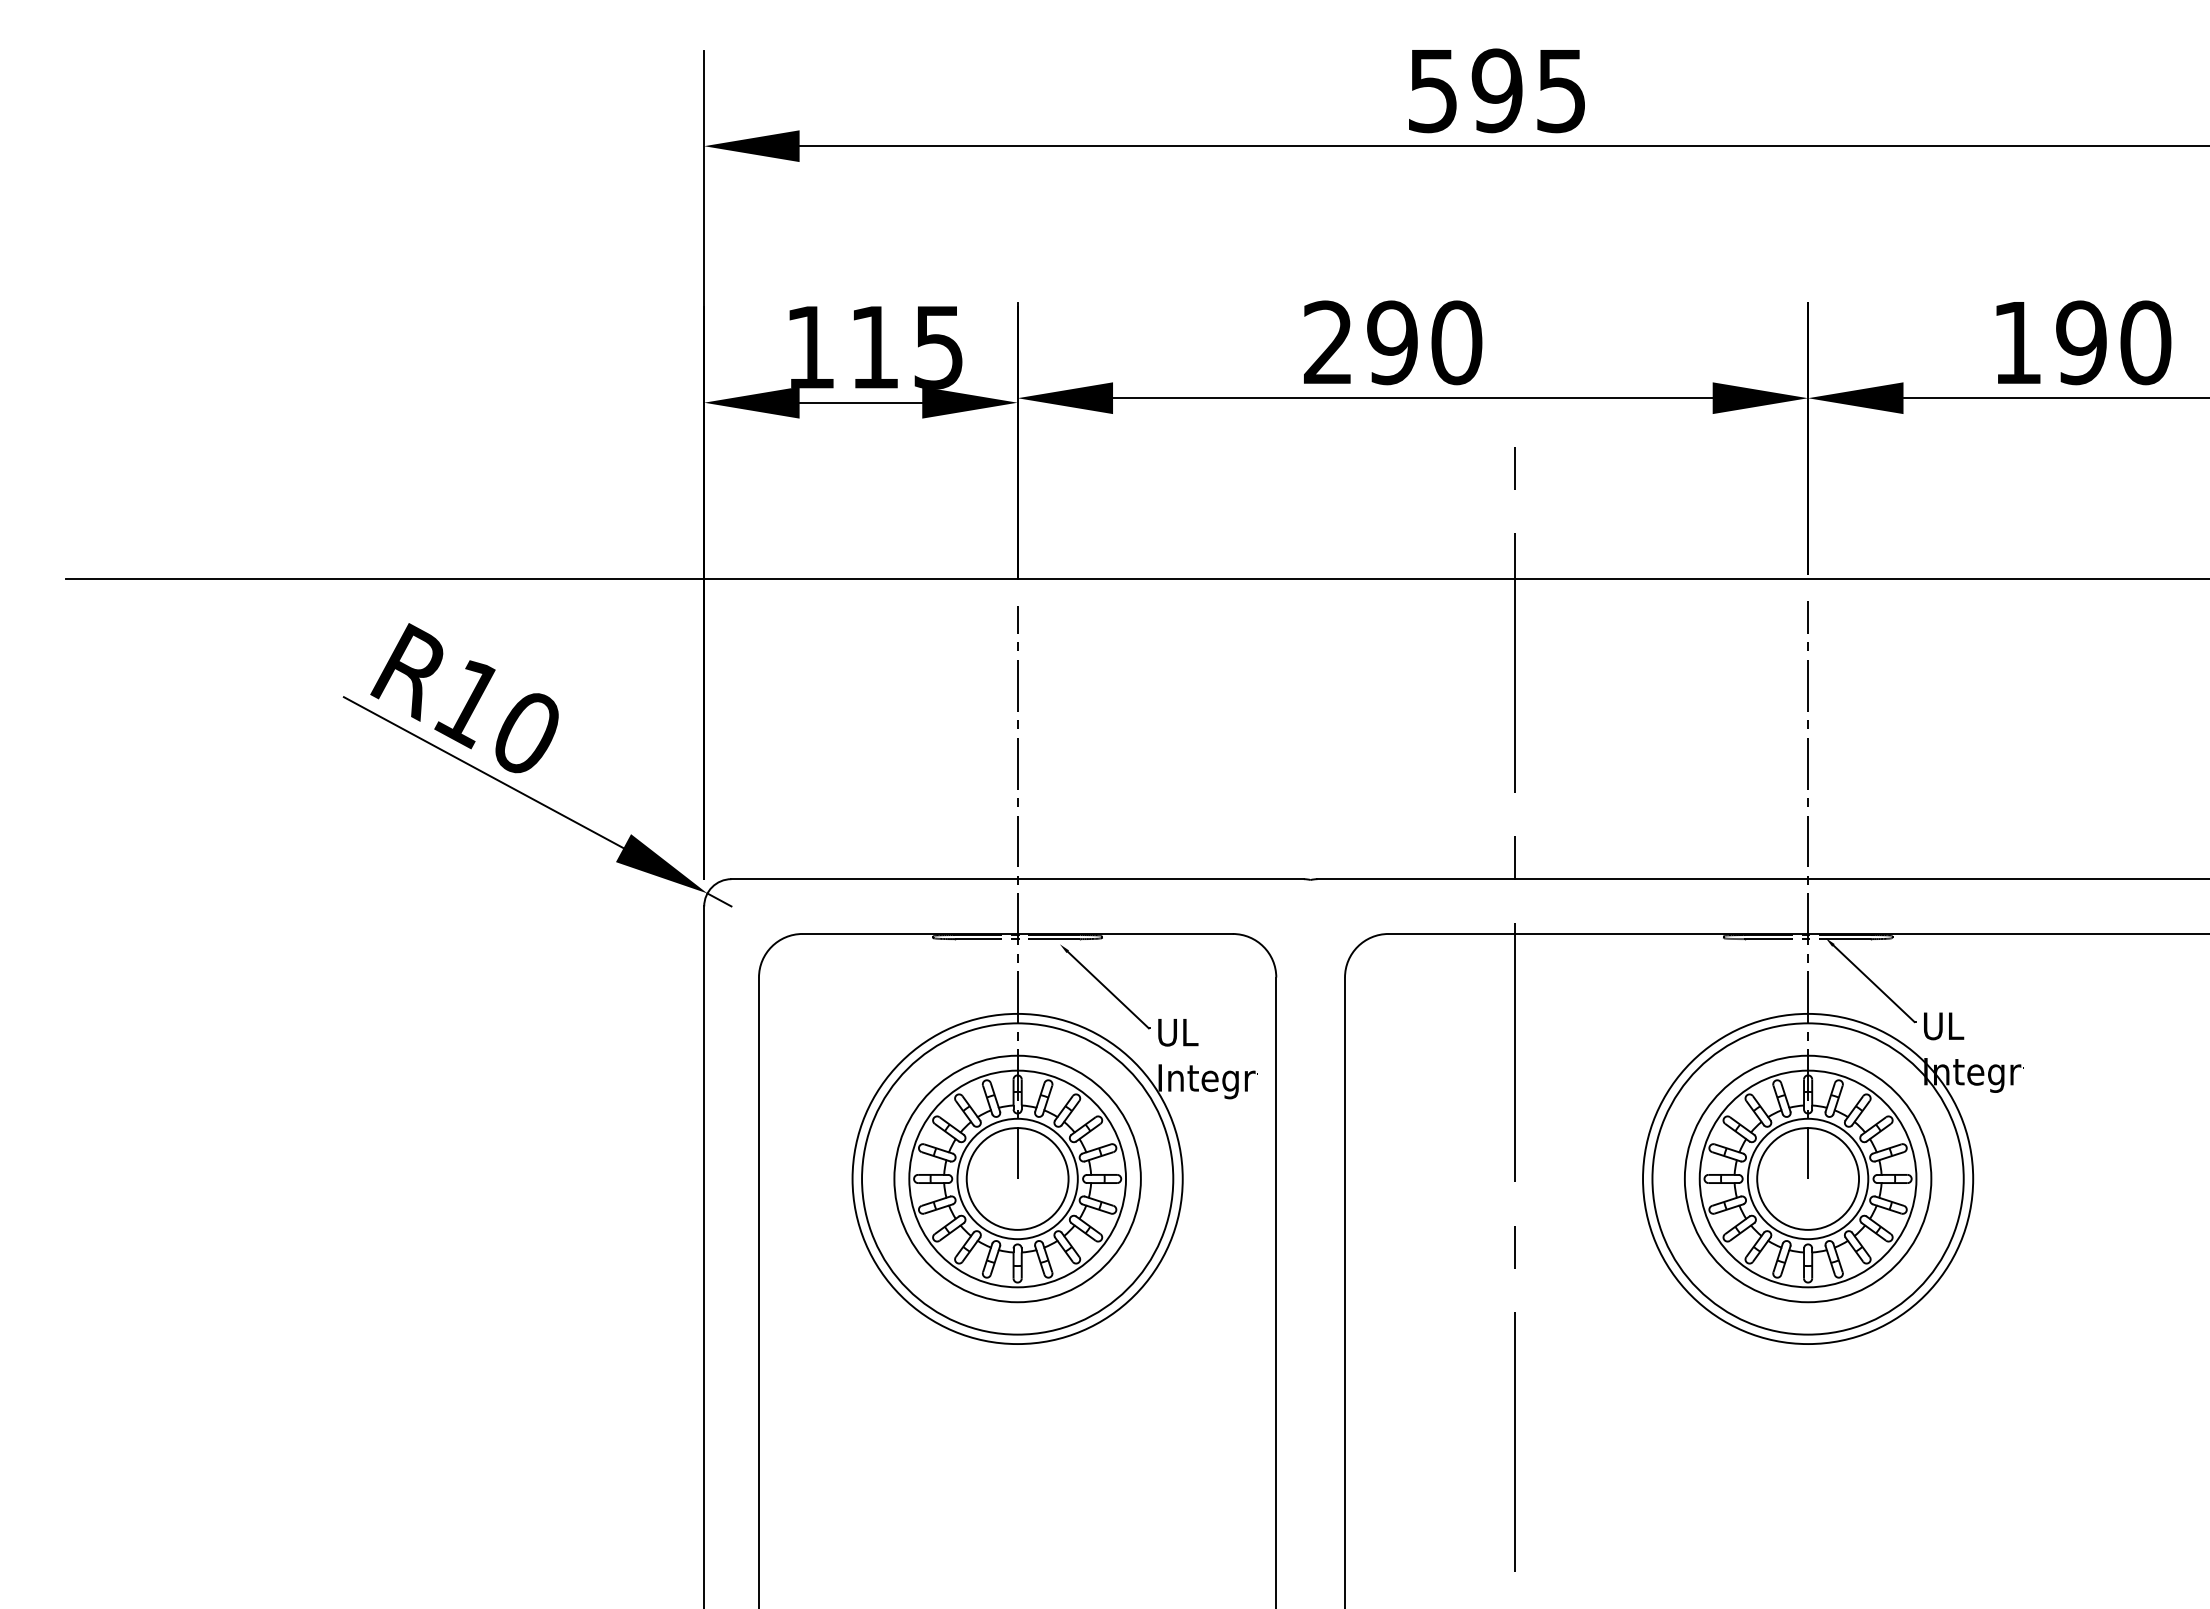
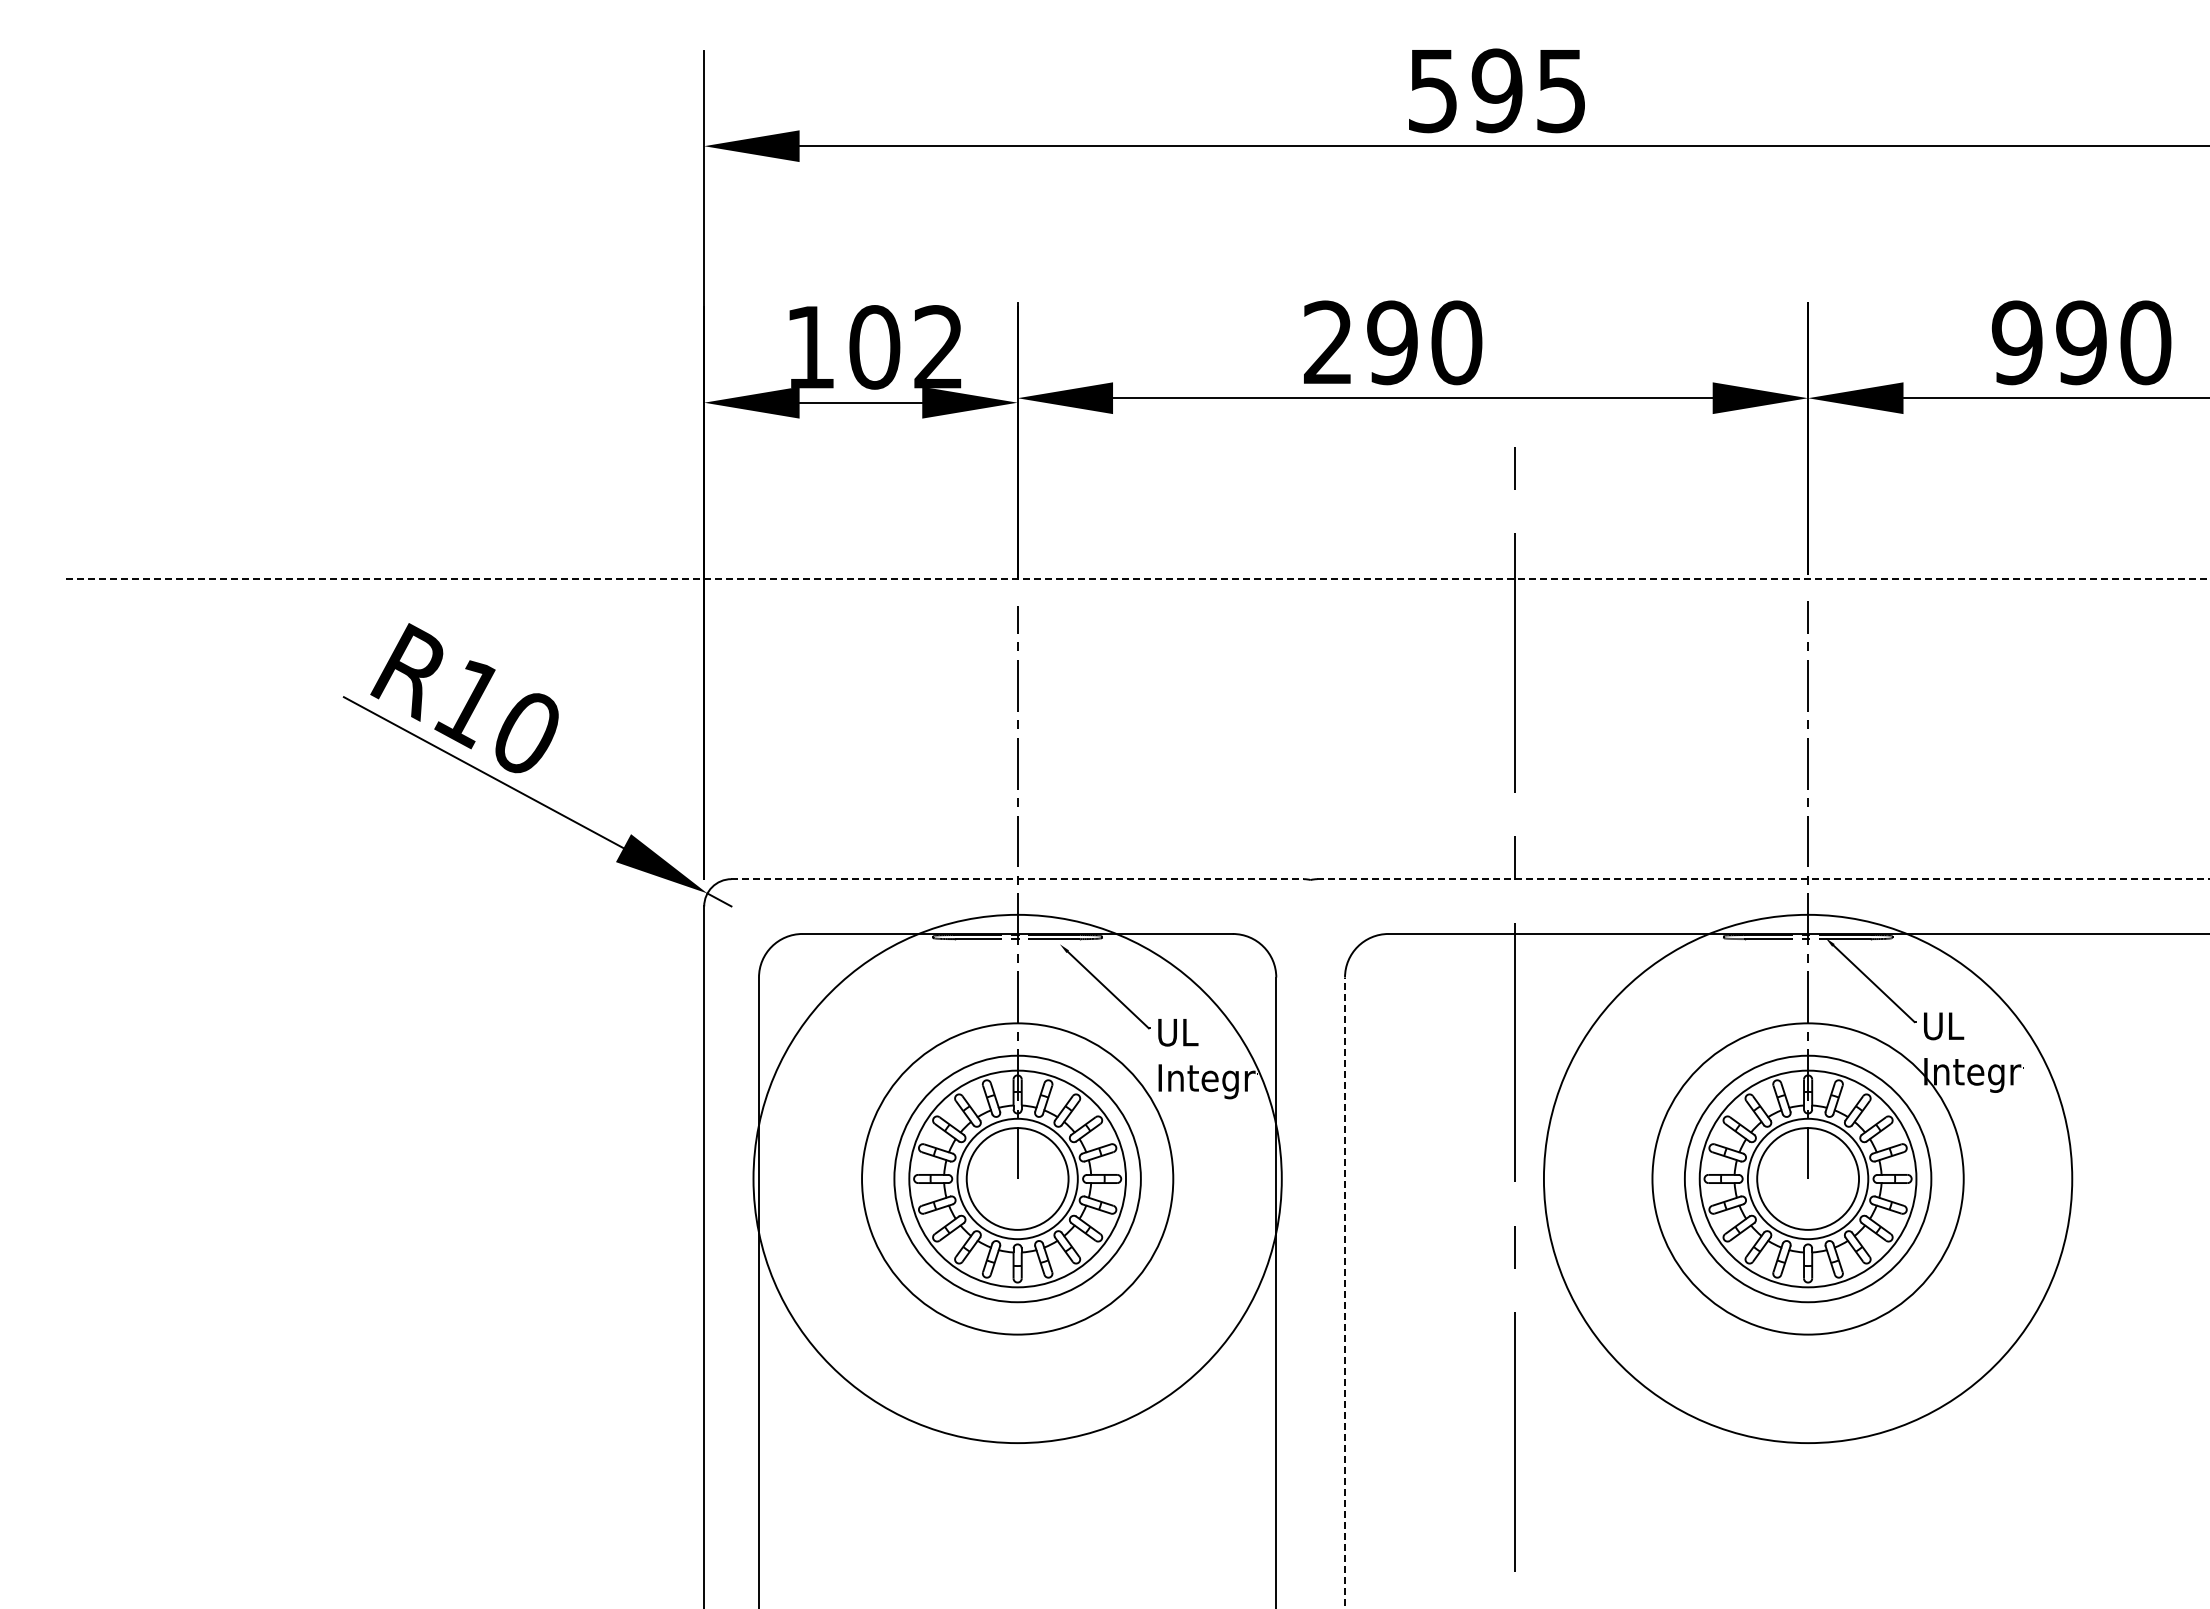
text at (2016, 342): 190 -> 990
text at (905, 347): 115 -> 102
line at (1138, 579): solid -> dashed
line at (1018, 879): solid -> dashed
line at (1764, 879): solid -> dashed
circle at (1017, 1178) diameter: 330 px -> 528 px
circle at (1808, 1178) diameter: 330 px -> 528 px
line at (1345, 1292): solid -> dashed
